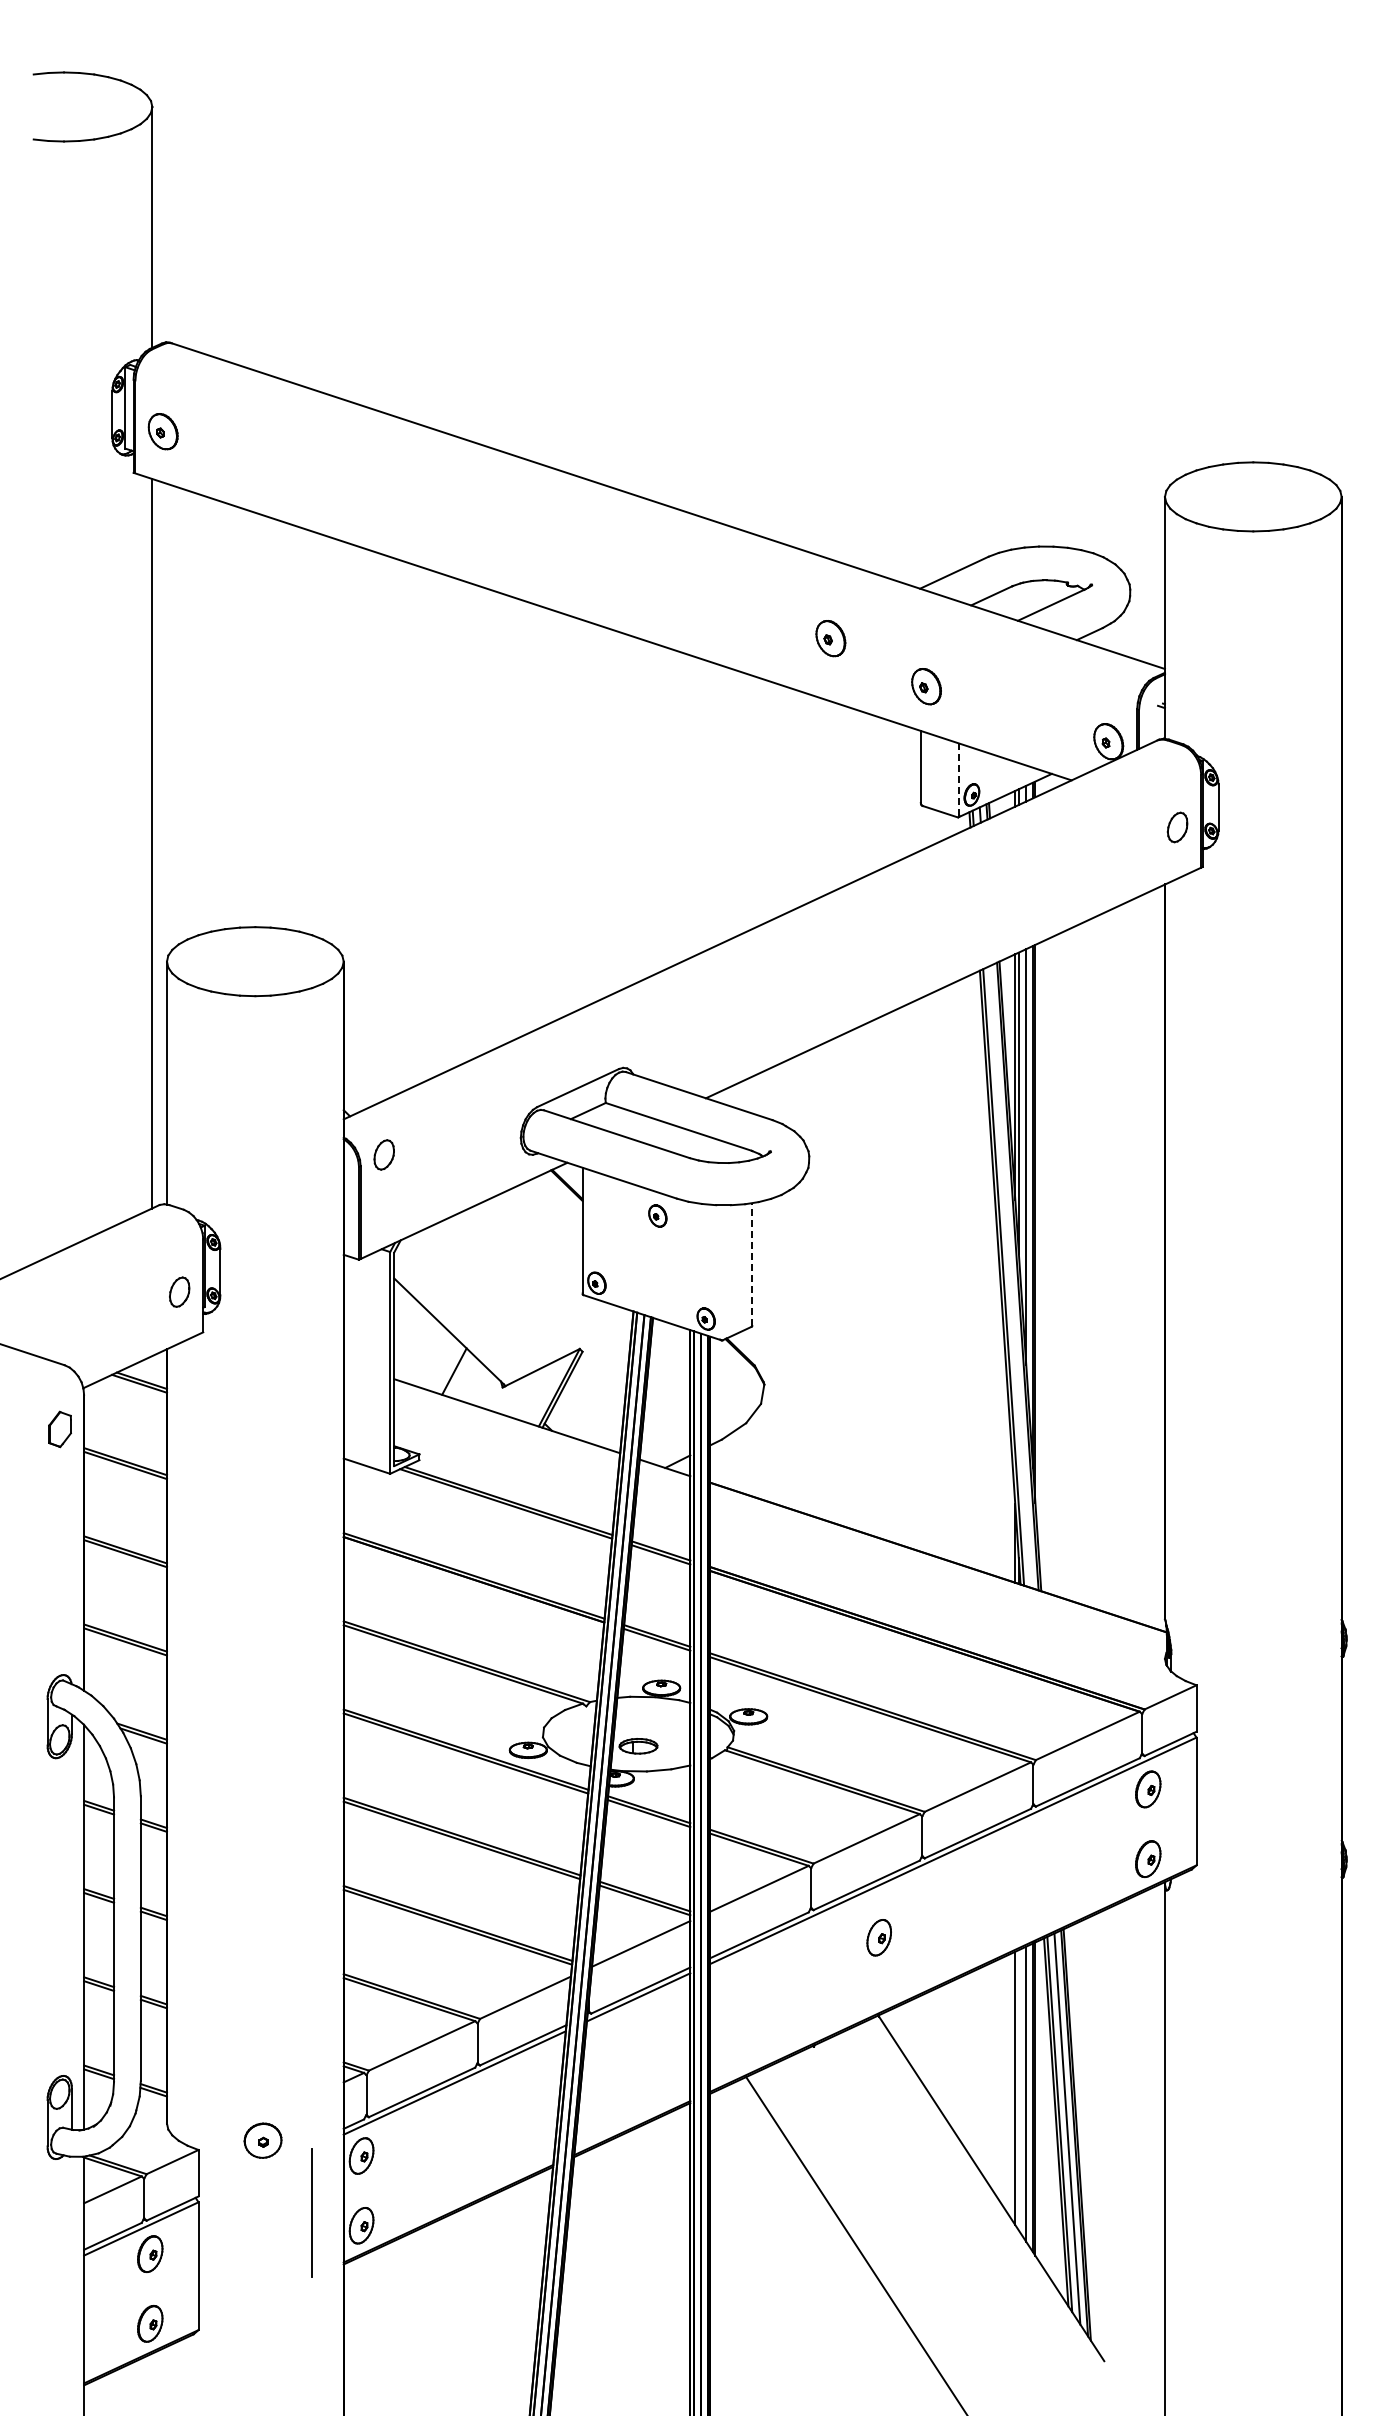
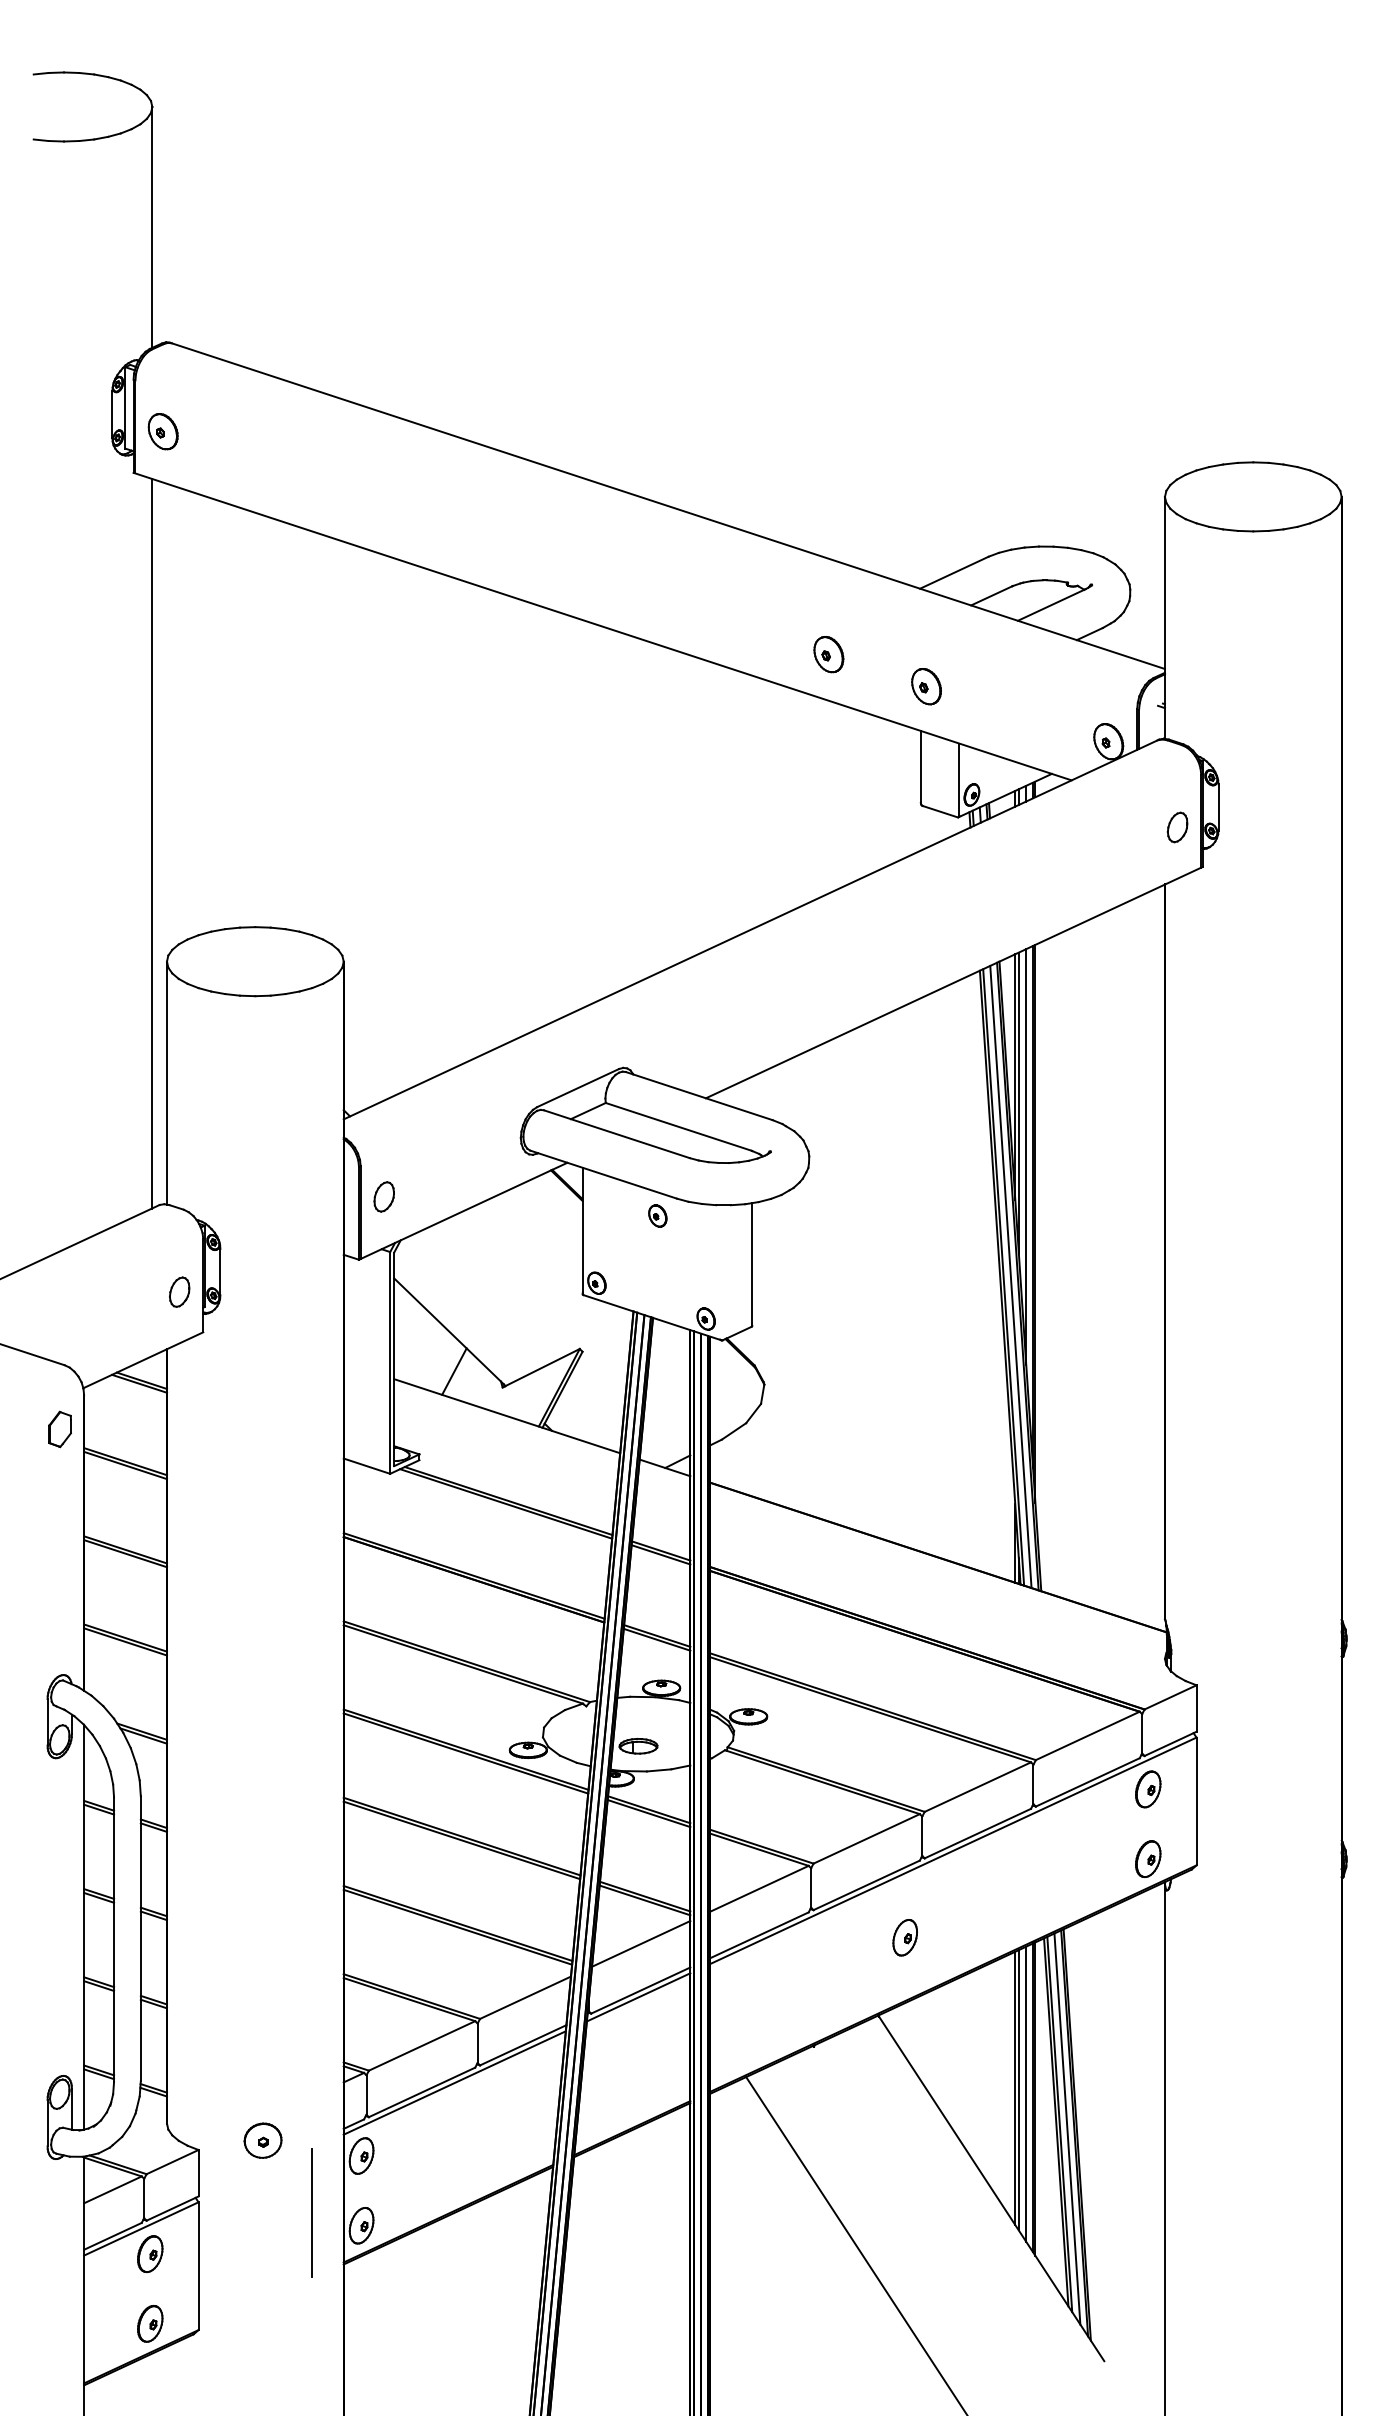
part at (830, 638) position: (830, 638) -> (828, 654)
line at (959, 779): dashed -> solid
part at (383, 1154) position: (383, 1154) -> (383, 1196)
line at (752, 1264): dashed -> solid
line at (1010, 1276): none -> present
part at (878, 1937) position: (878, 1937) -> (904, 1937)
line at (1018, 2090): none -> present
